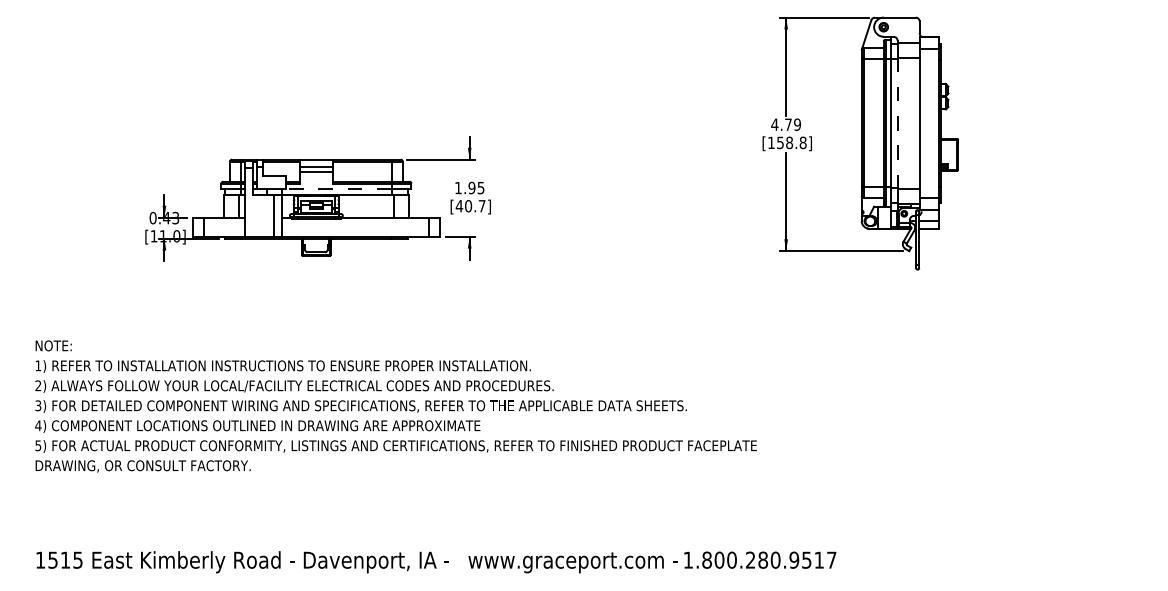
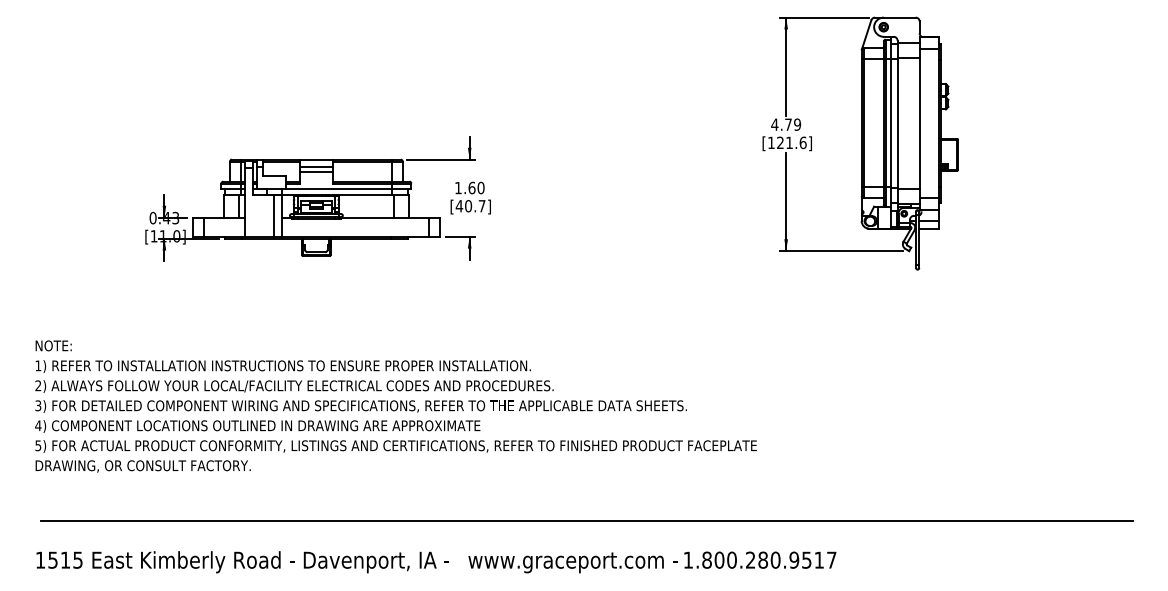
line at (897, 123): dashed -> solid
text at (791, 142): [158.8] -> [121.6]
text at (476, 187): 1.95 -> 1.60
line at (338, 189): dashed -> solid
line at (586, 520): none -> present
